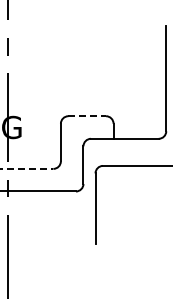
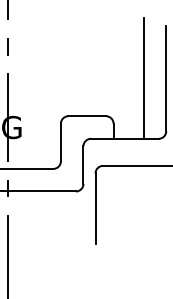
line at (143, 78): none -> present
line at (87, 116): dashed -> solid
line at (27, 168): dashed -> solid
